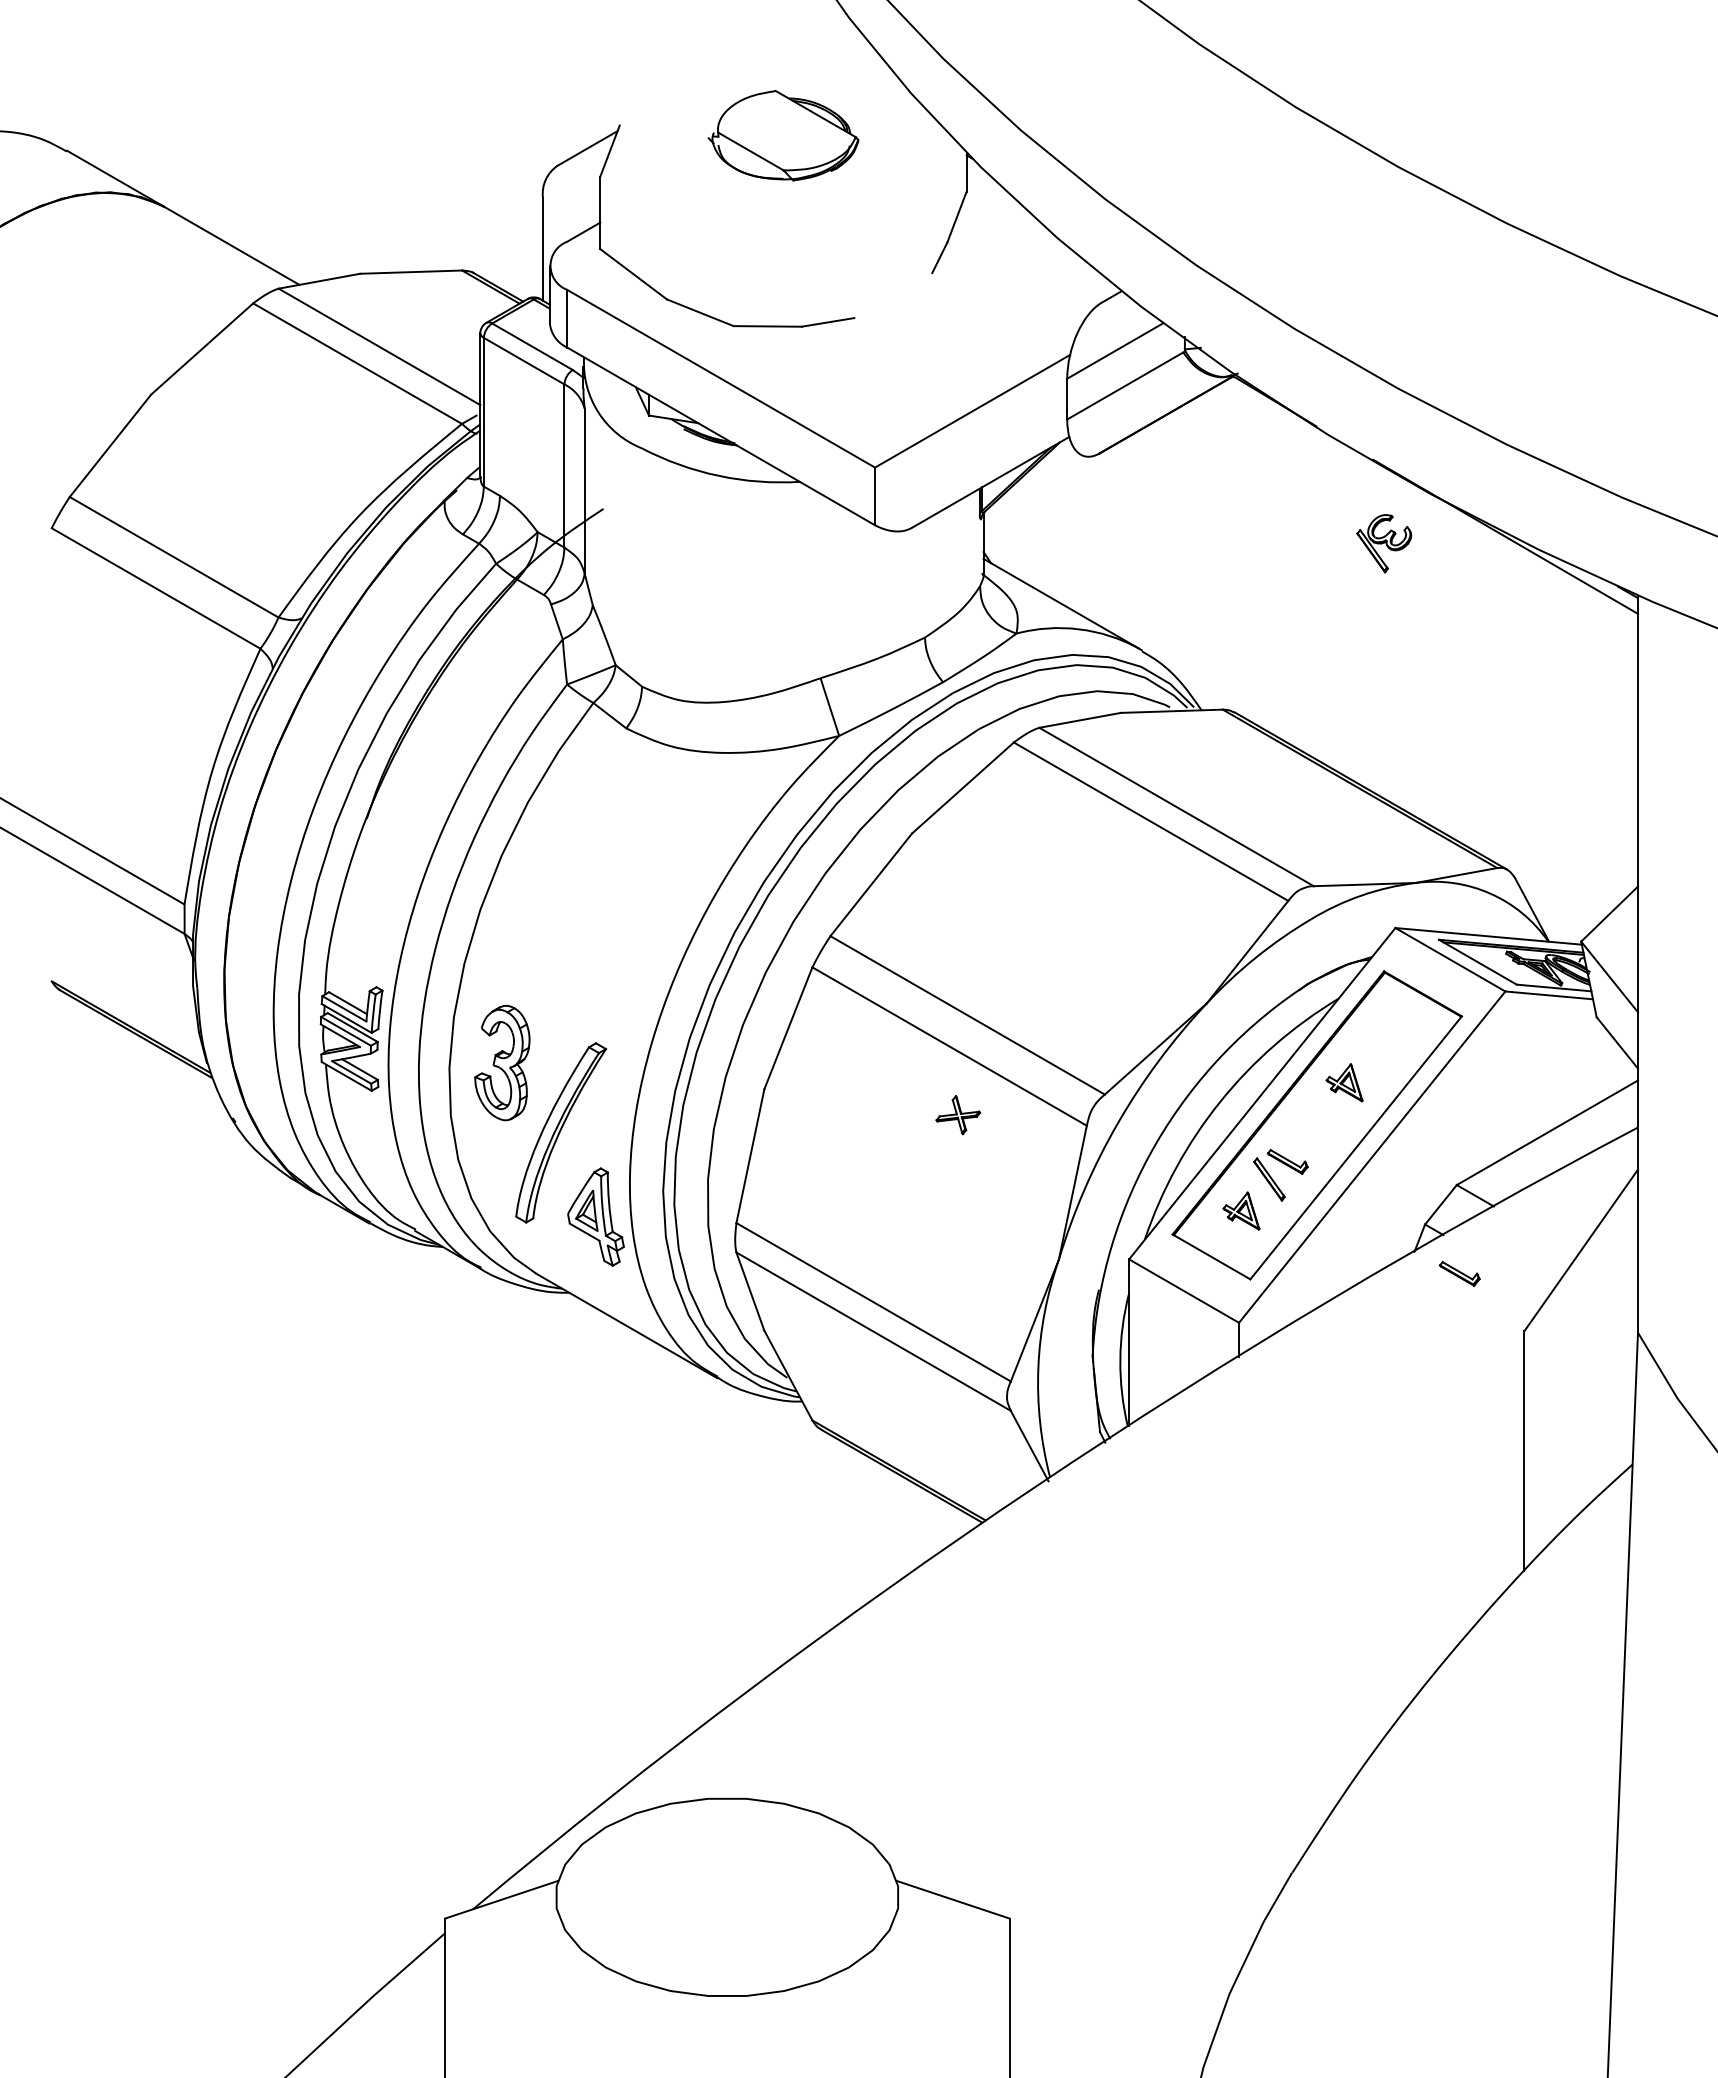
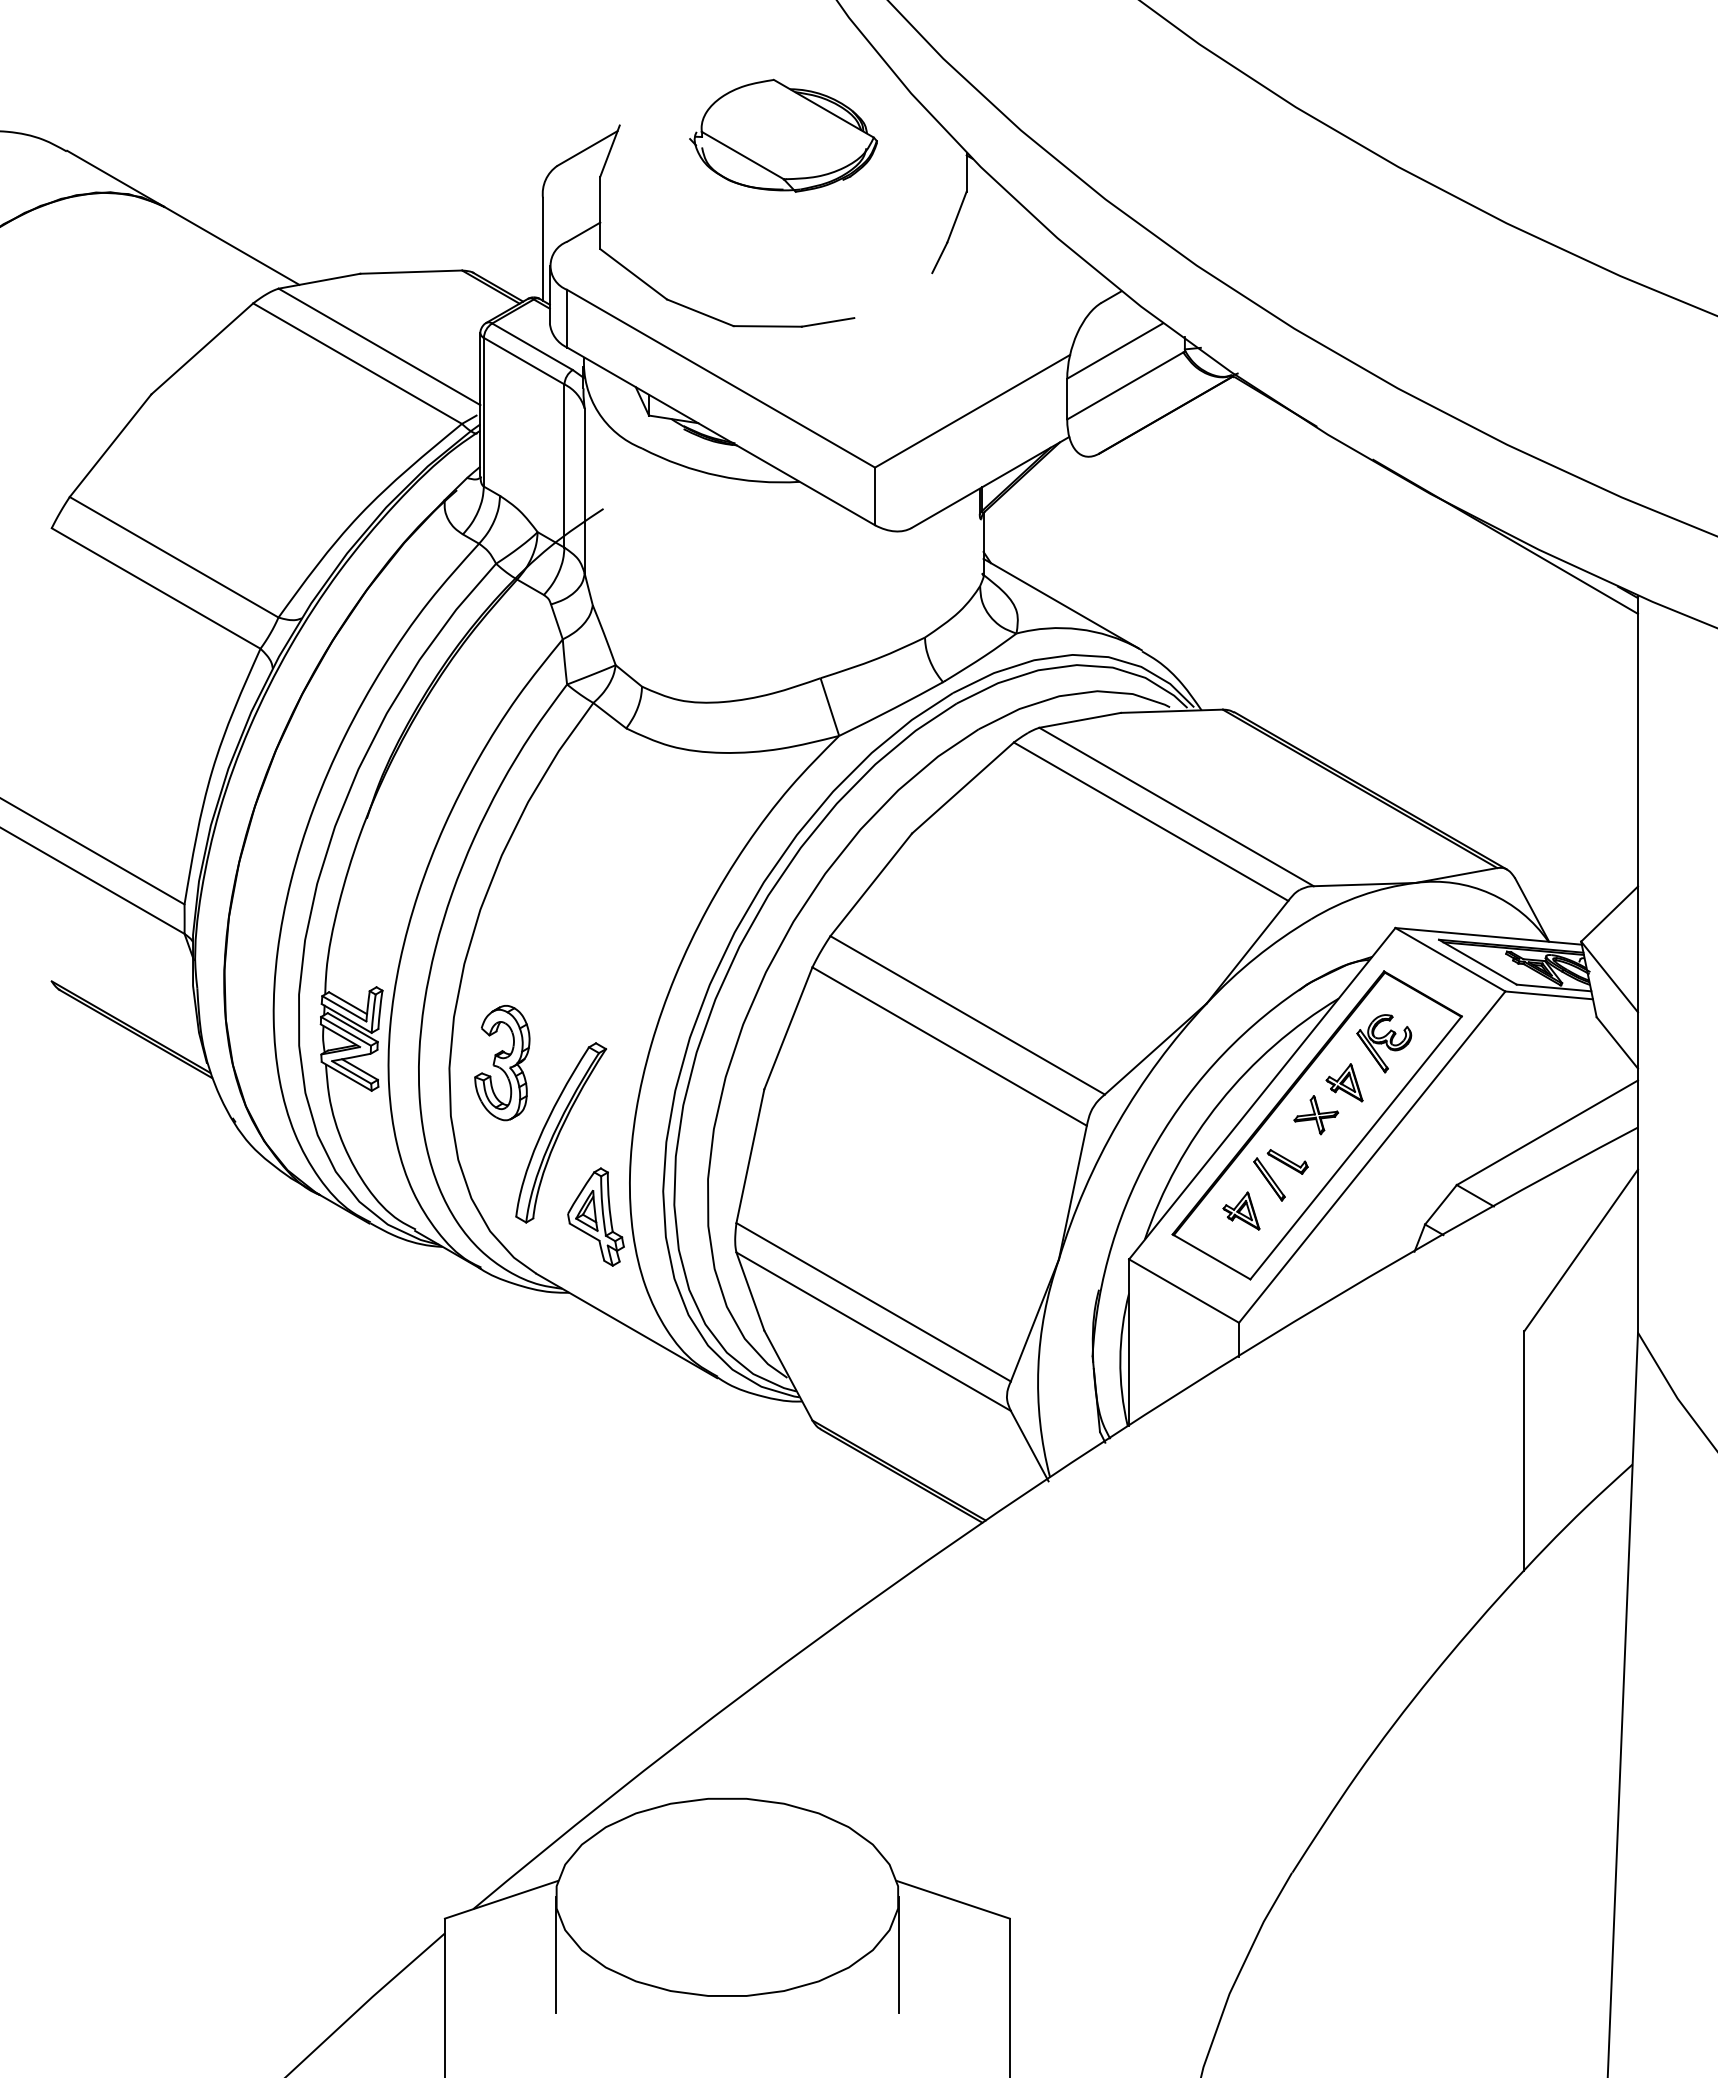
part at (783, 135) size: 153x92 px -> 189x115 px
part at (1384, 543) position: (1384, 543) -> (1384, 1043)
part at (958, 1115) position: (958, 1115) -> (1316, 1115)
part at (1459, 1273): present -> none
line at (555, 1954): none -> present
line at (899, 1954): none -> present
